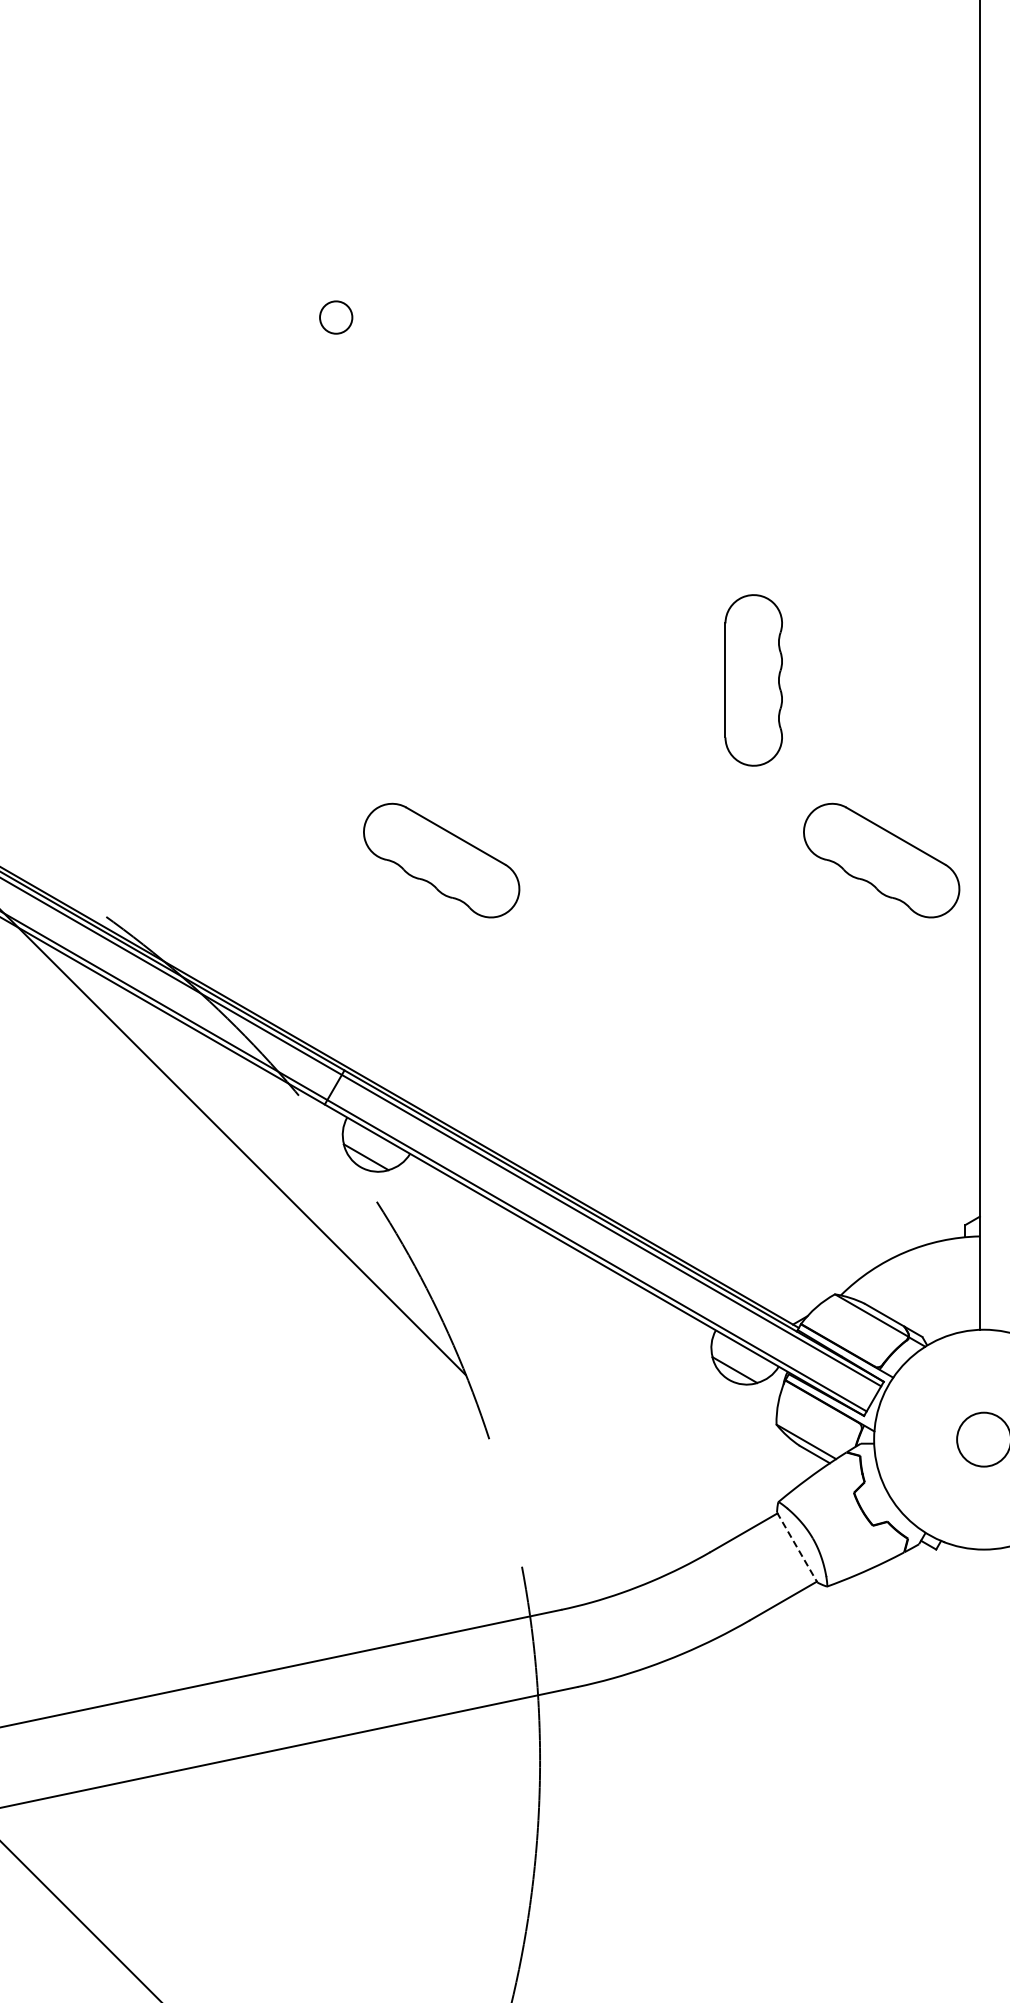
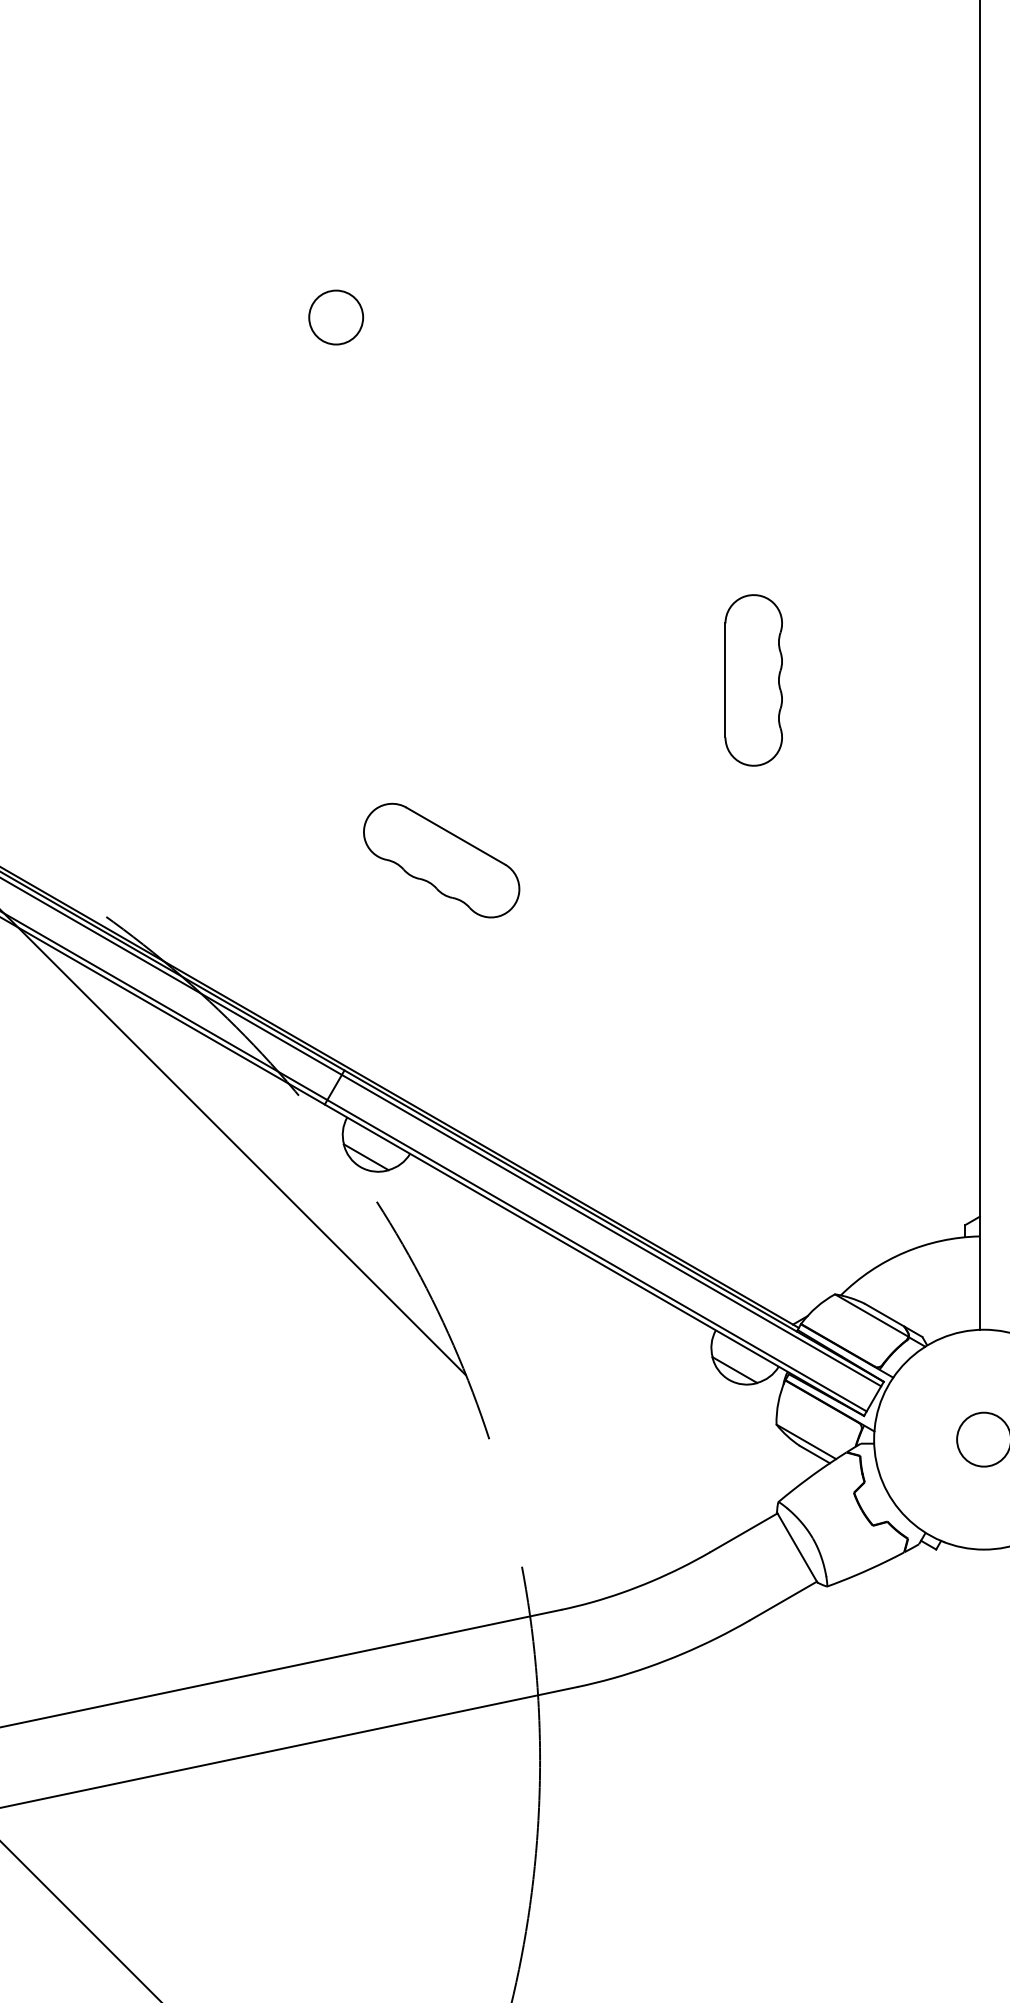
circle at (336, 317) diameter: 32 px -> 54 px
part at (881, 860): present -> none
line at (797, 1547): dashed -> solid
